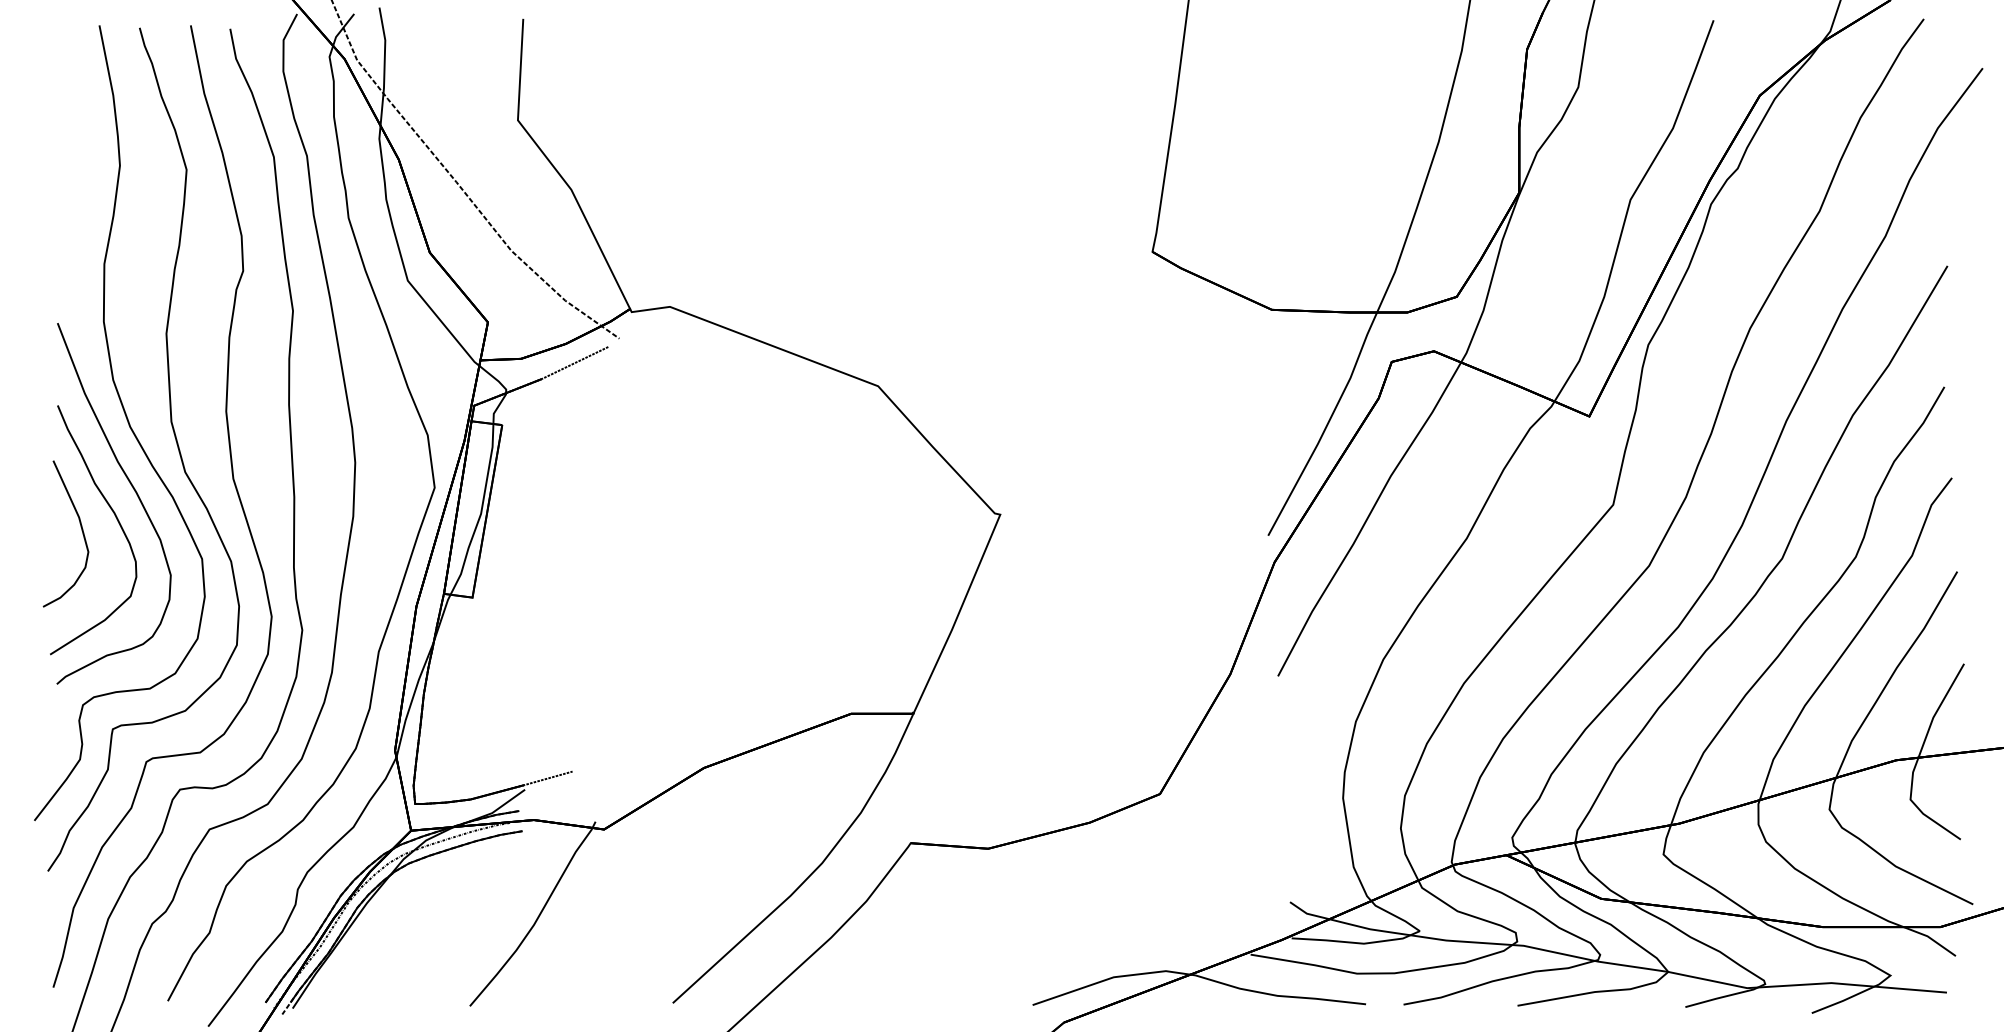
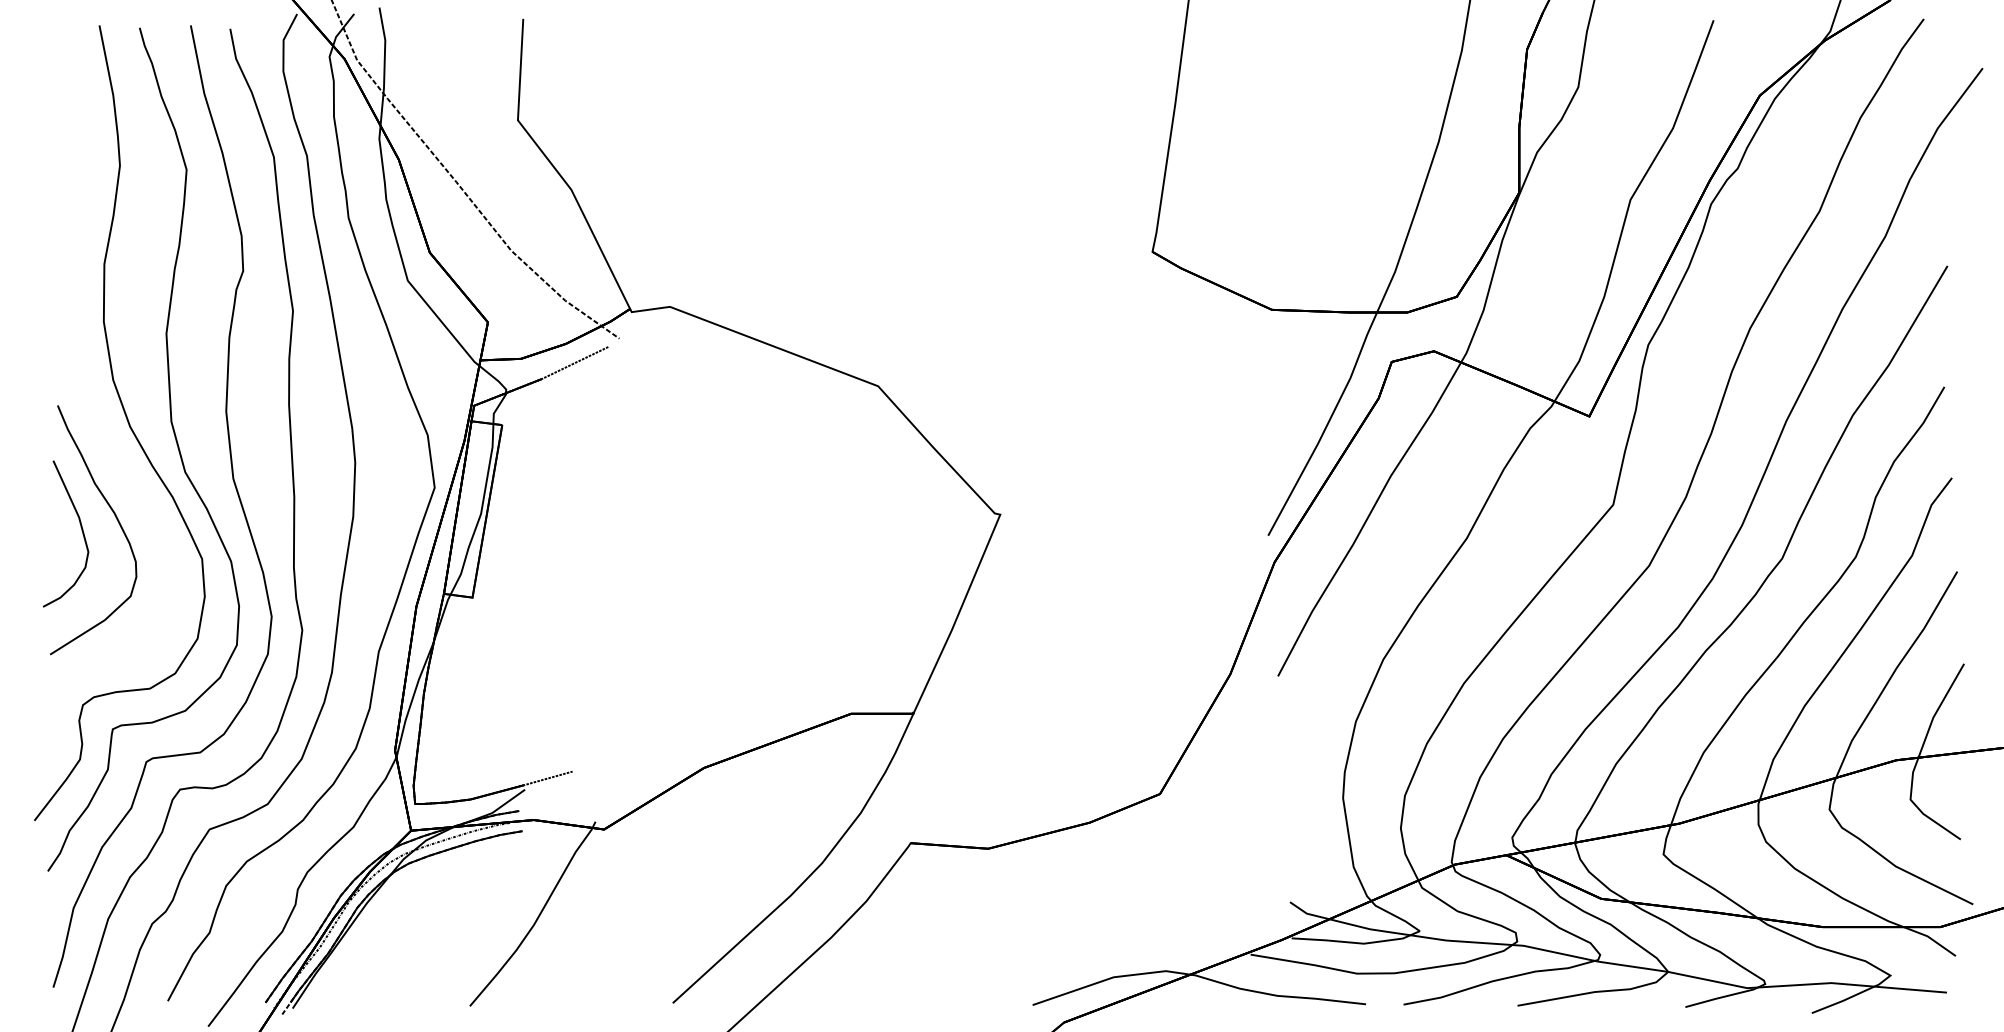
curve at (135, 493): present -> none
